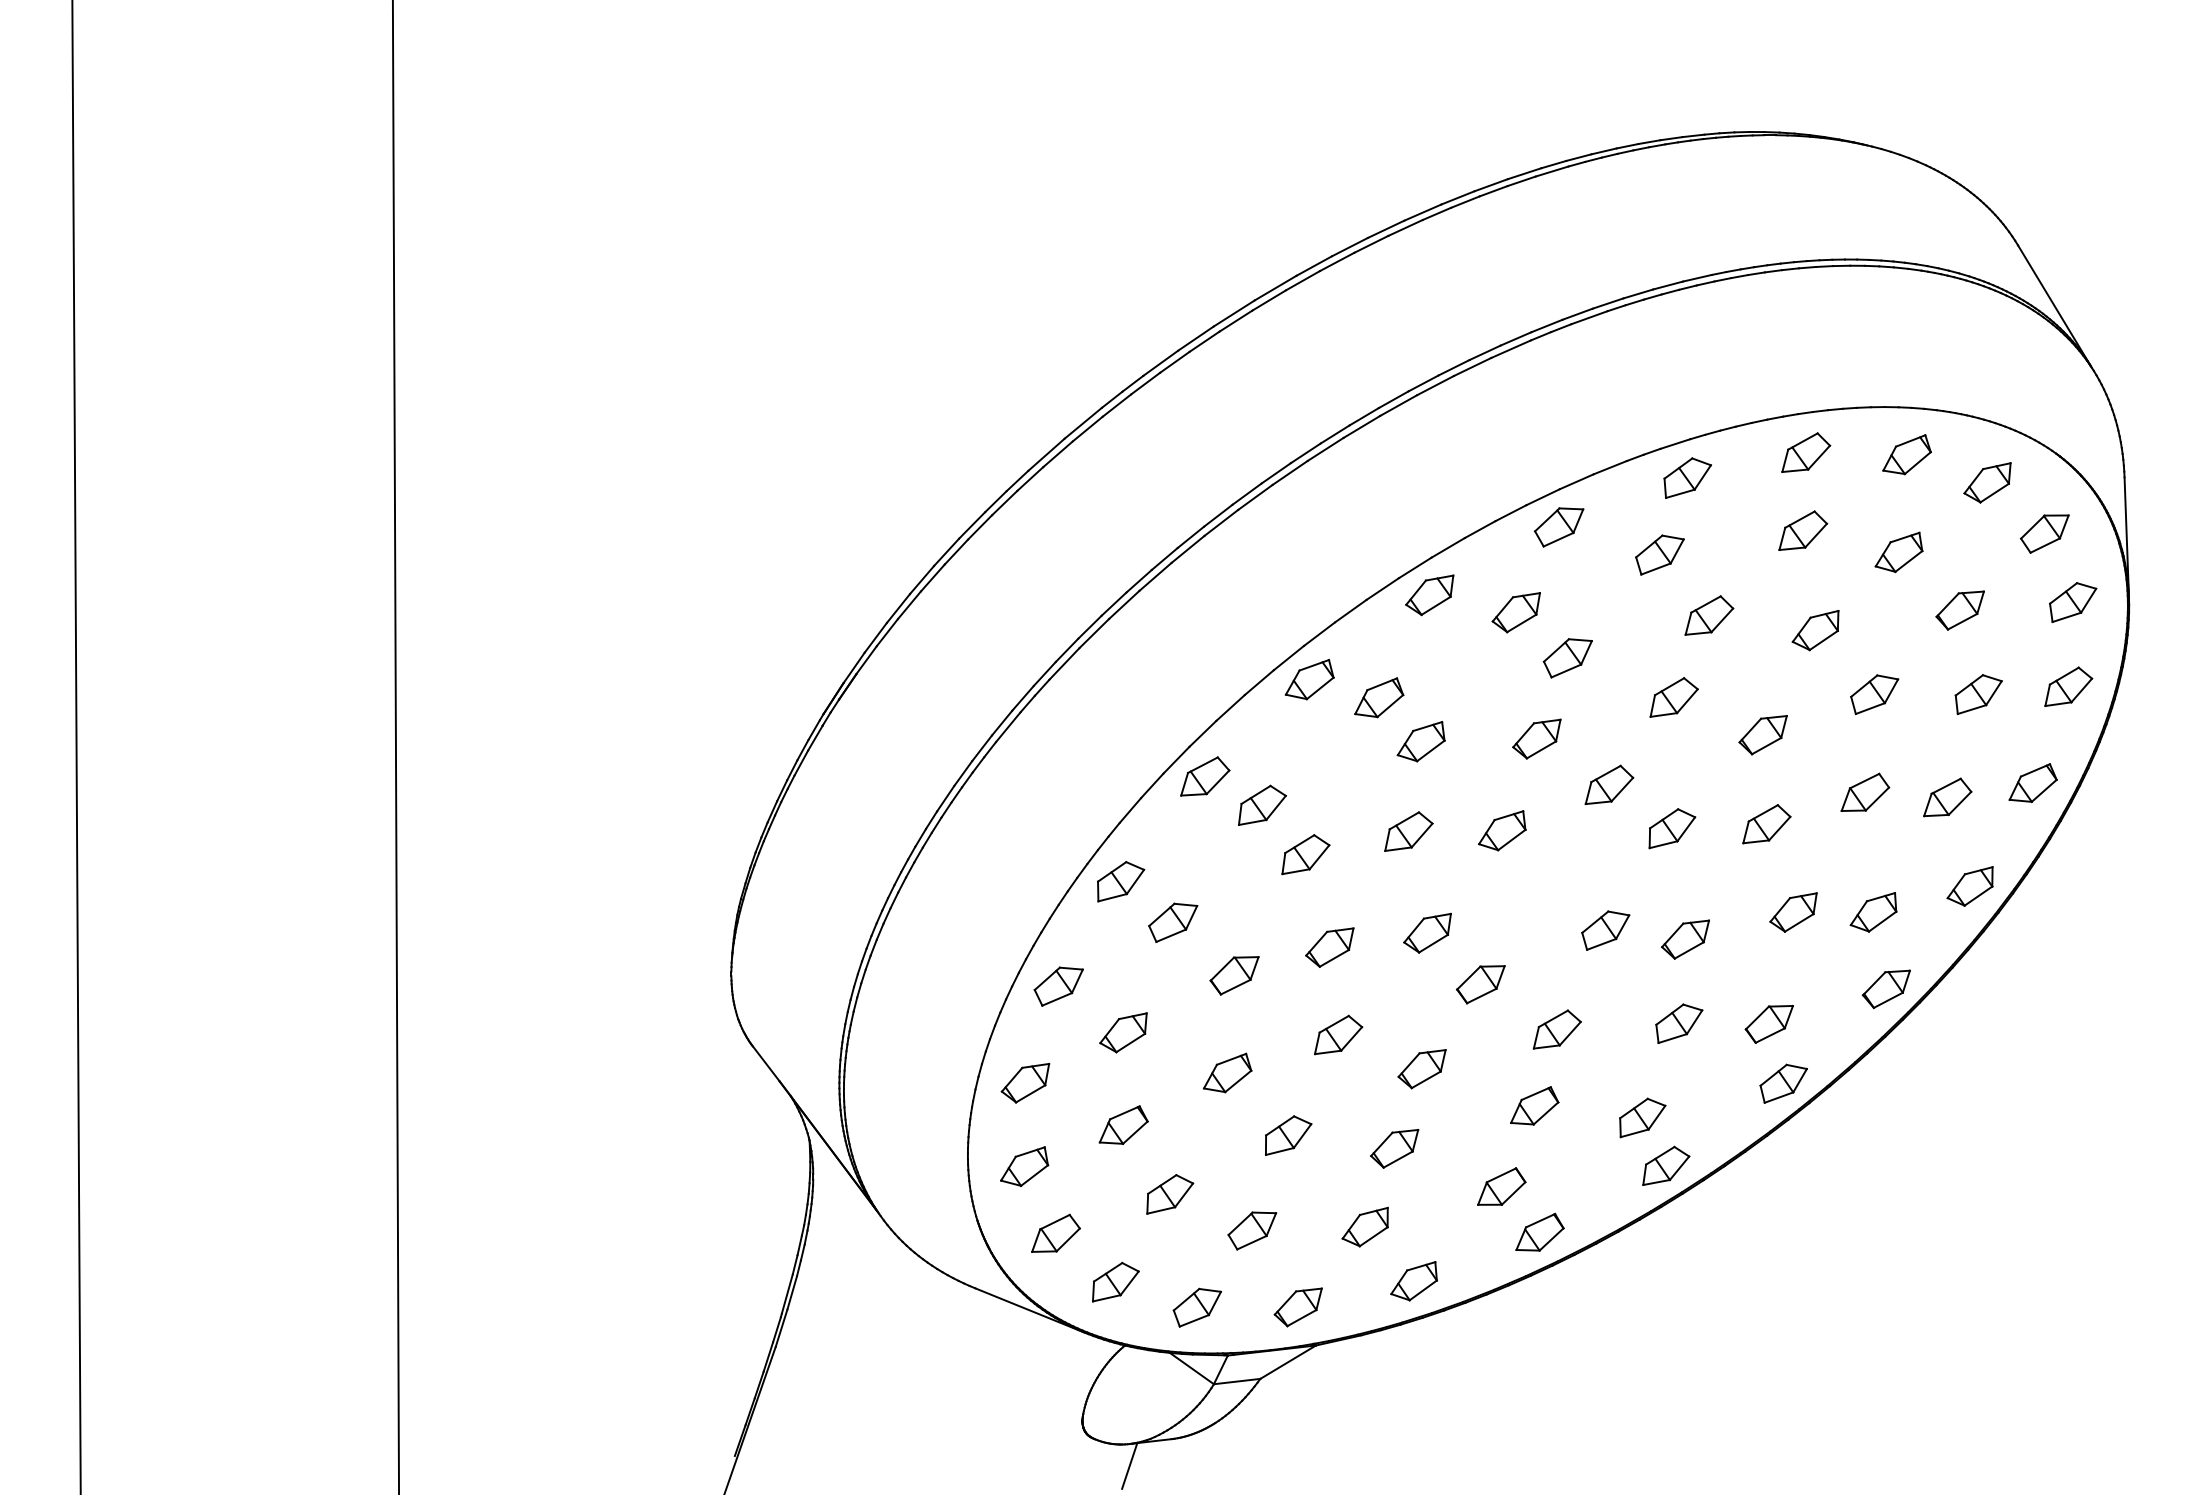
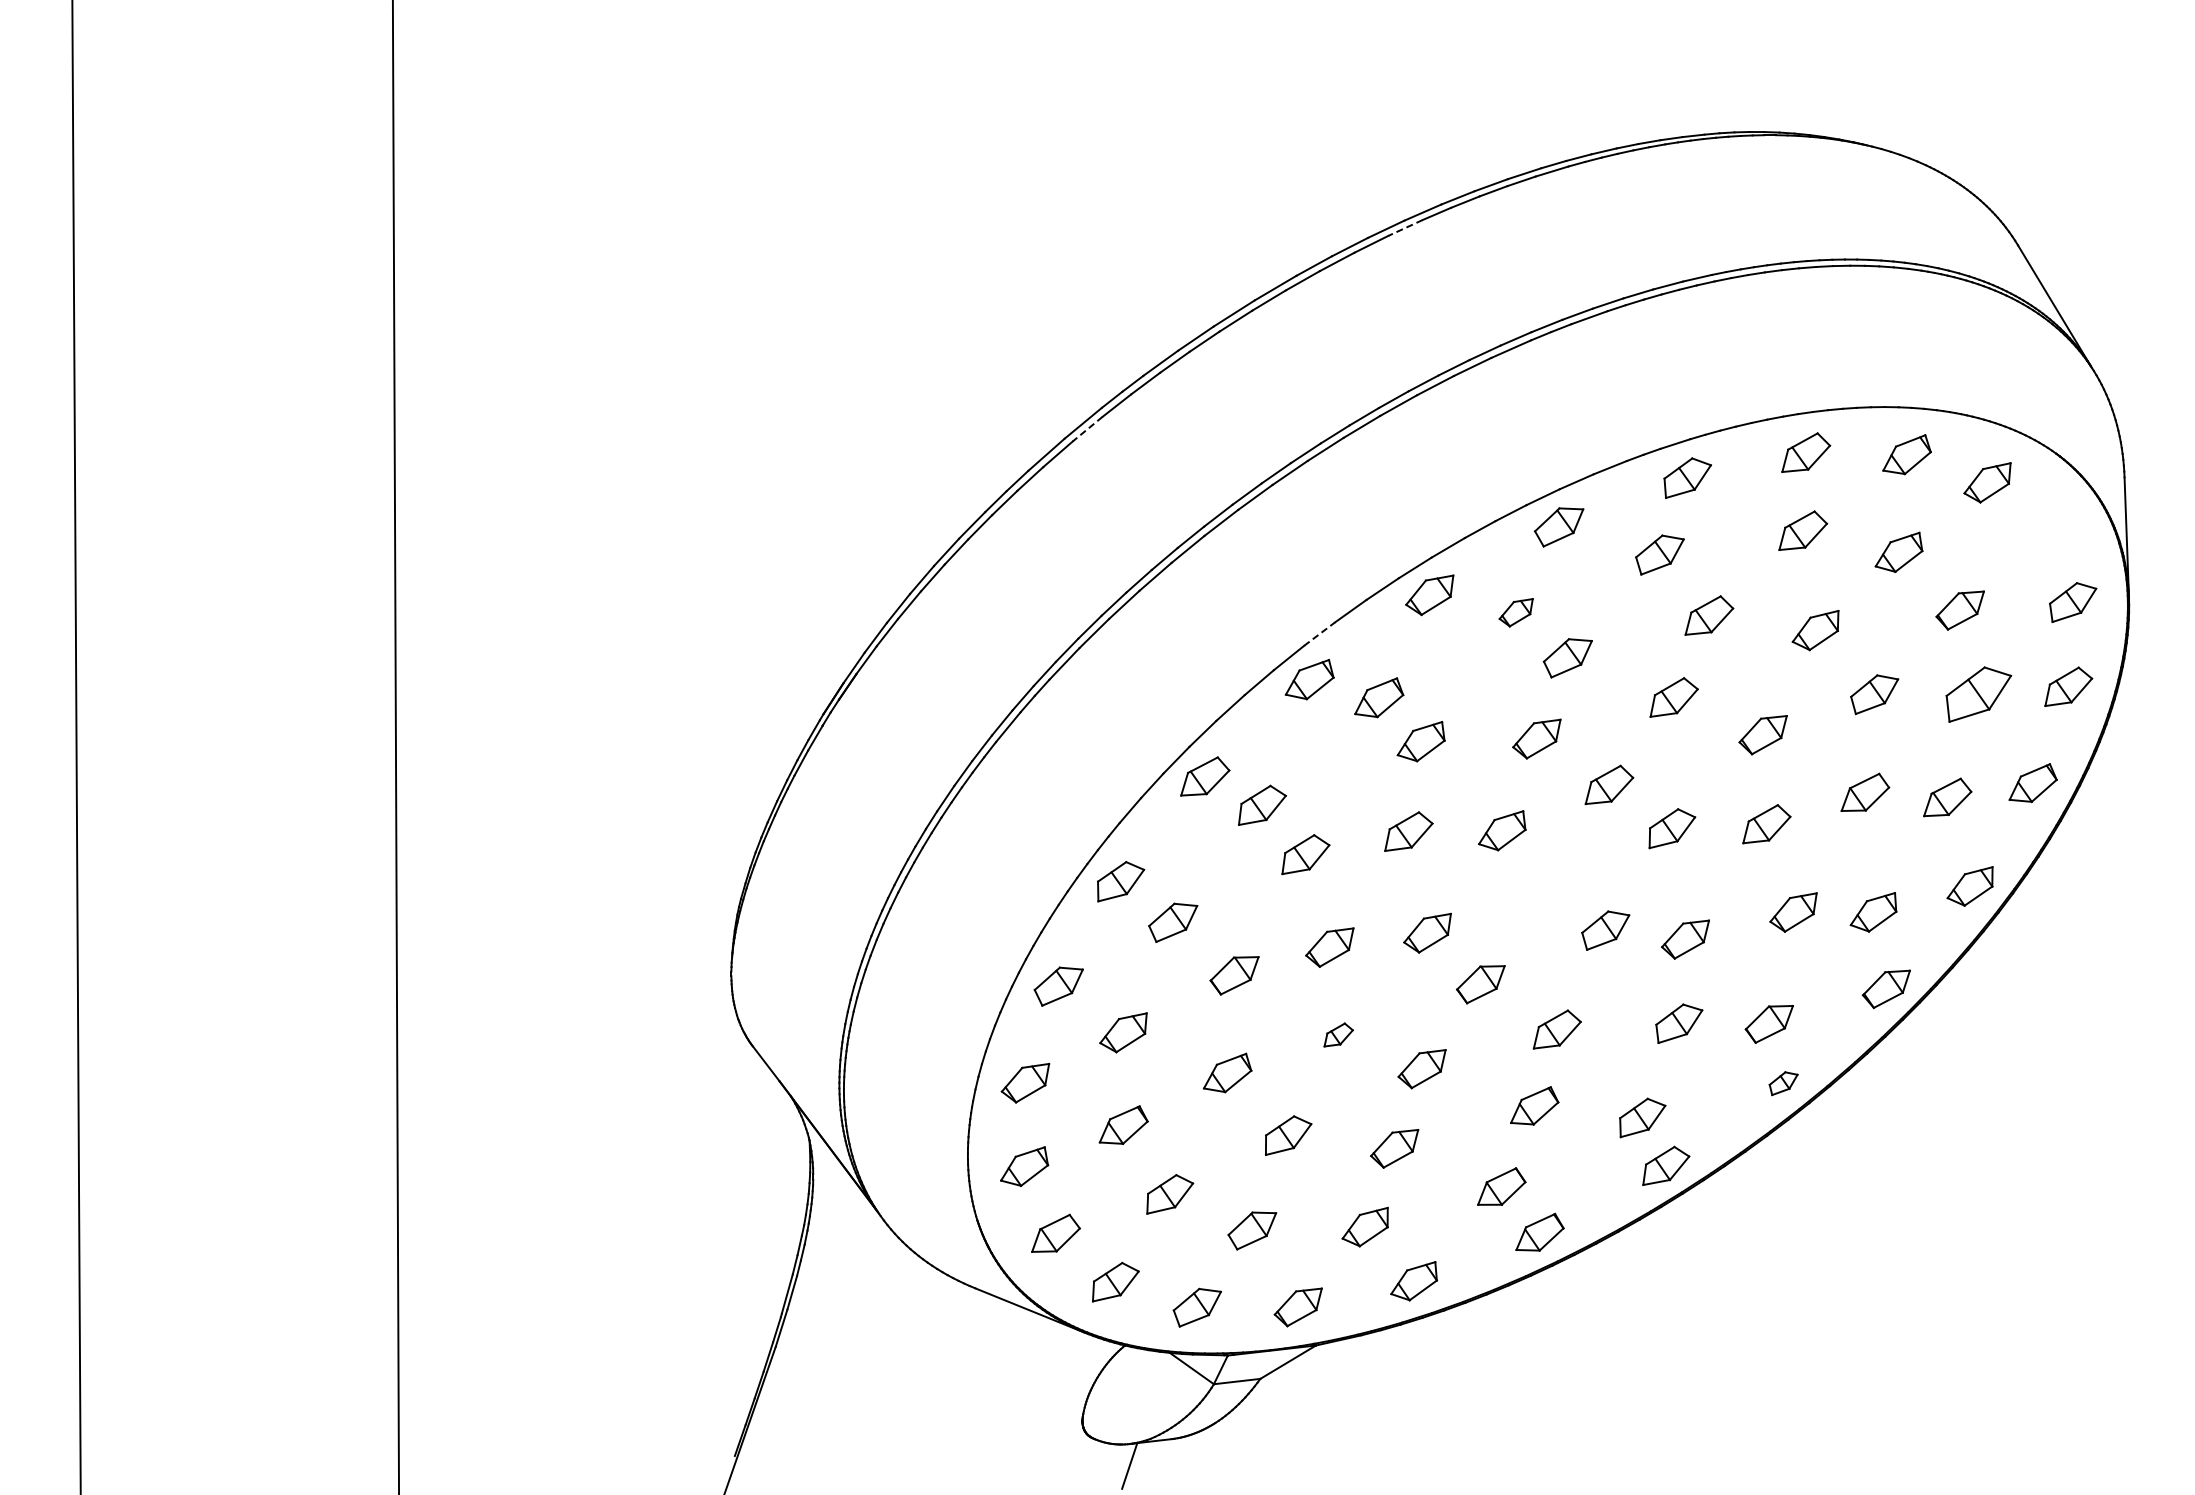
line at (1405, 227): solid -> dashed
line at (1087, 429): solid -> dashed
part at (2044, 533): present -> none
part at (1515, 612) size: 50x42 px -> 36x30 px
line at (1319, 633): solid -> dashed
part at (1978, 694) size: 49x41 px -> 68x57 px
part at (1338, 1034) size: 50x42 px -> 31x26 px
part at (1783, 1083) size: 49x41 px -> 31x26 px
